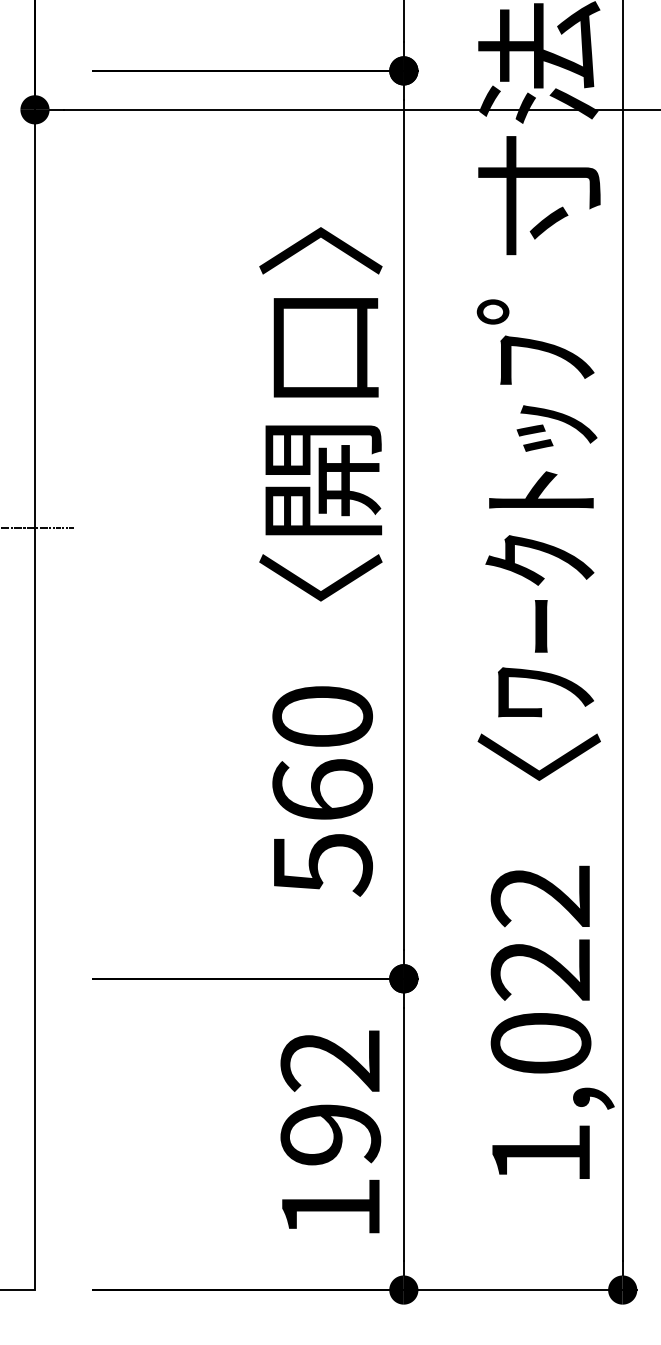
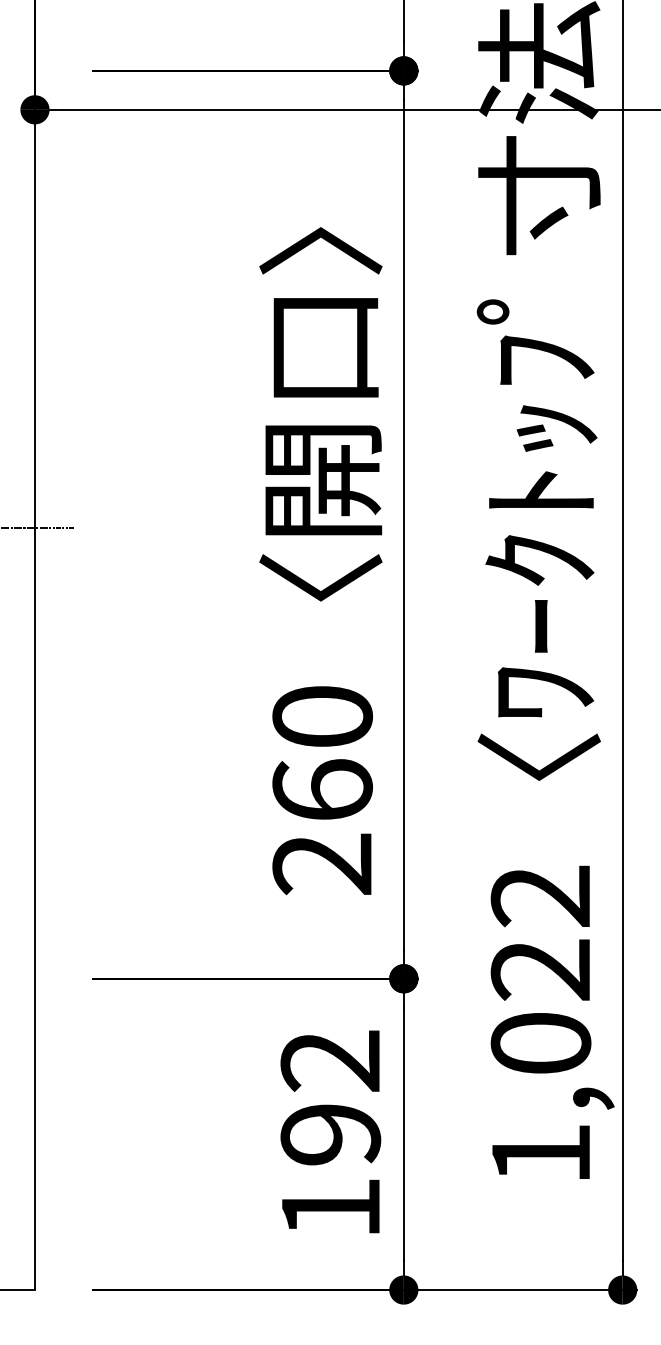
text at (322, 864): 560 -> 260
